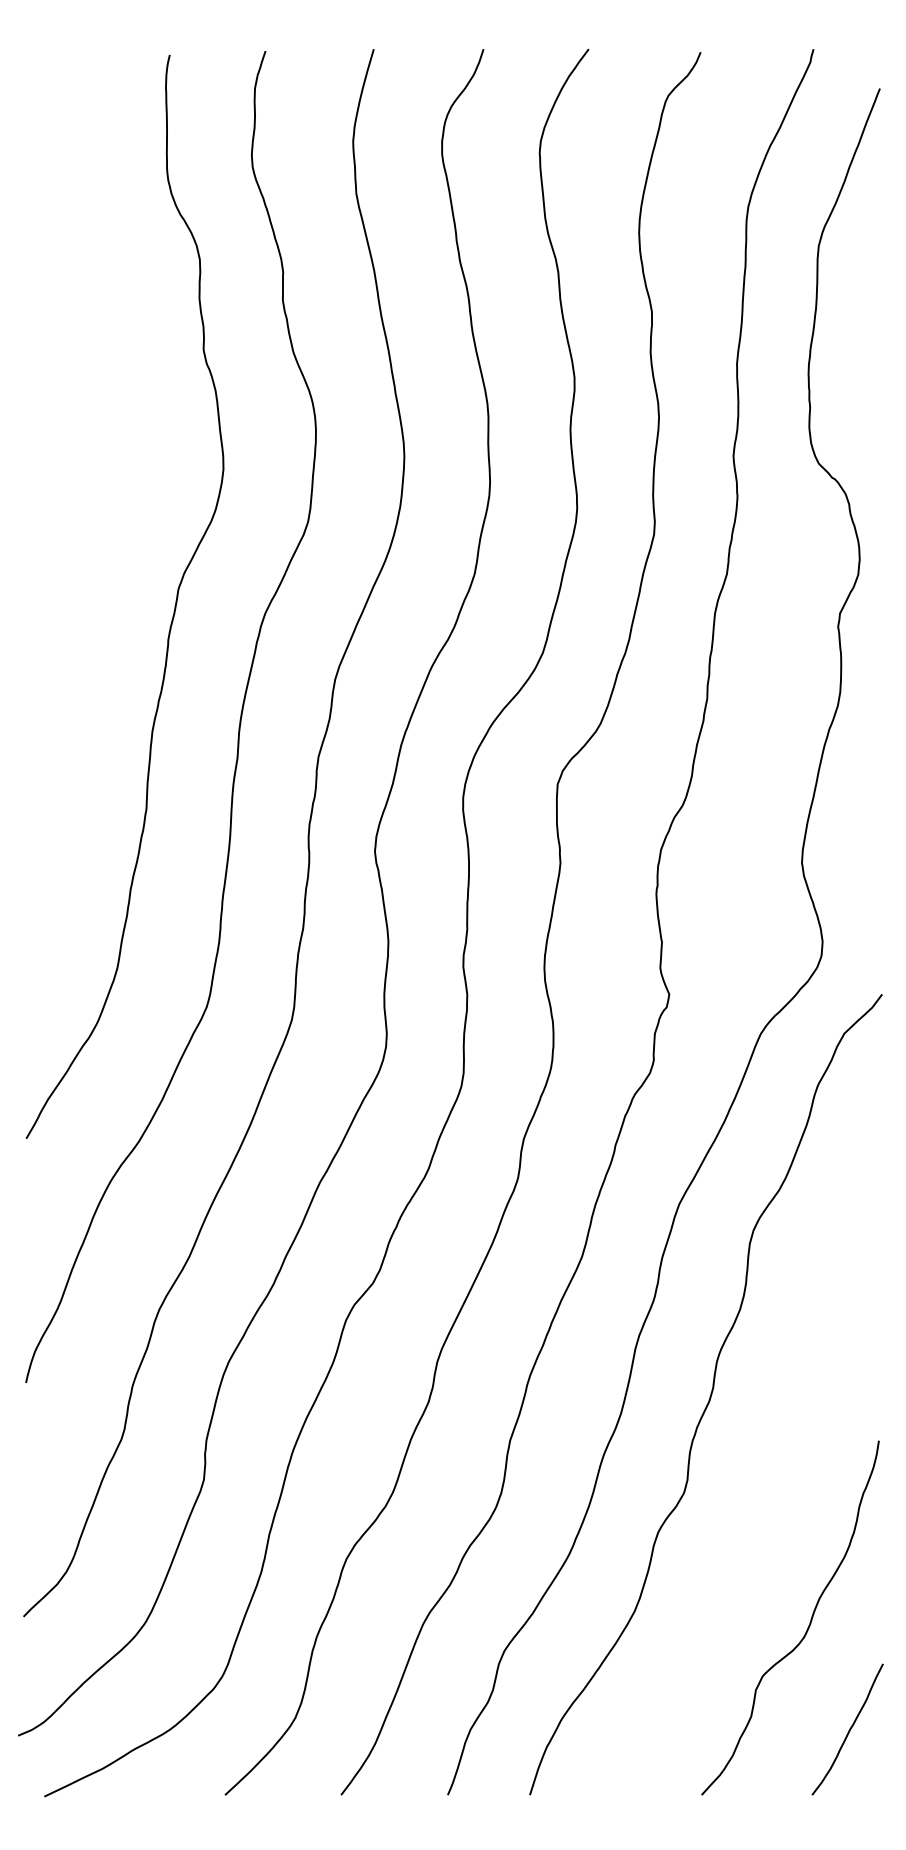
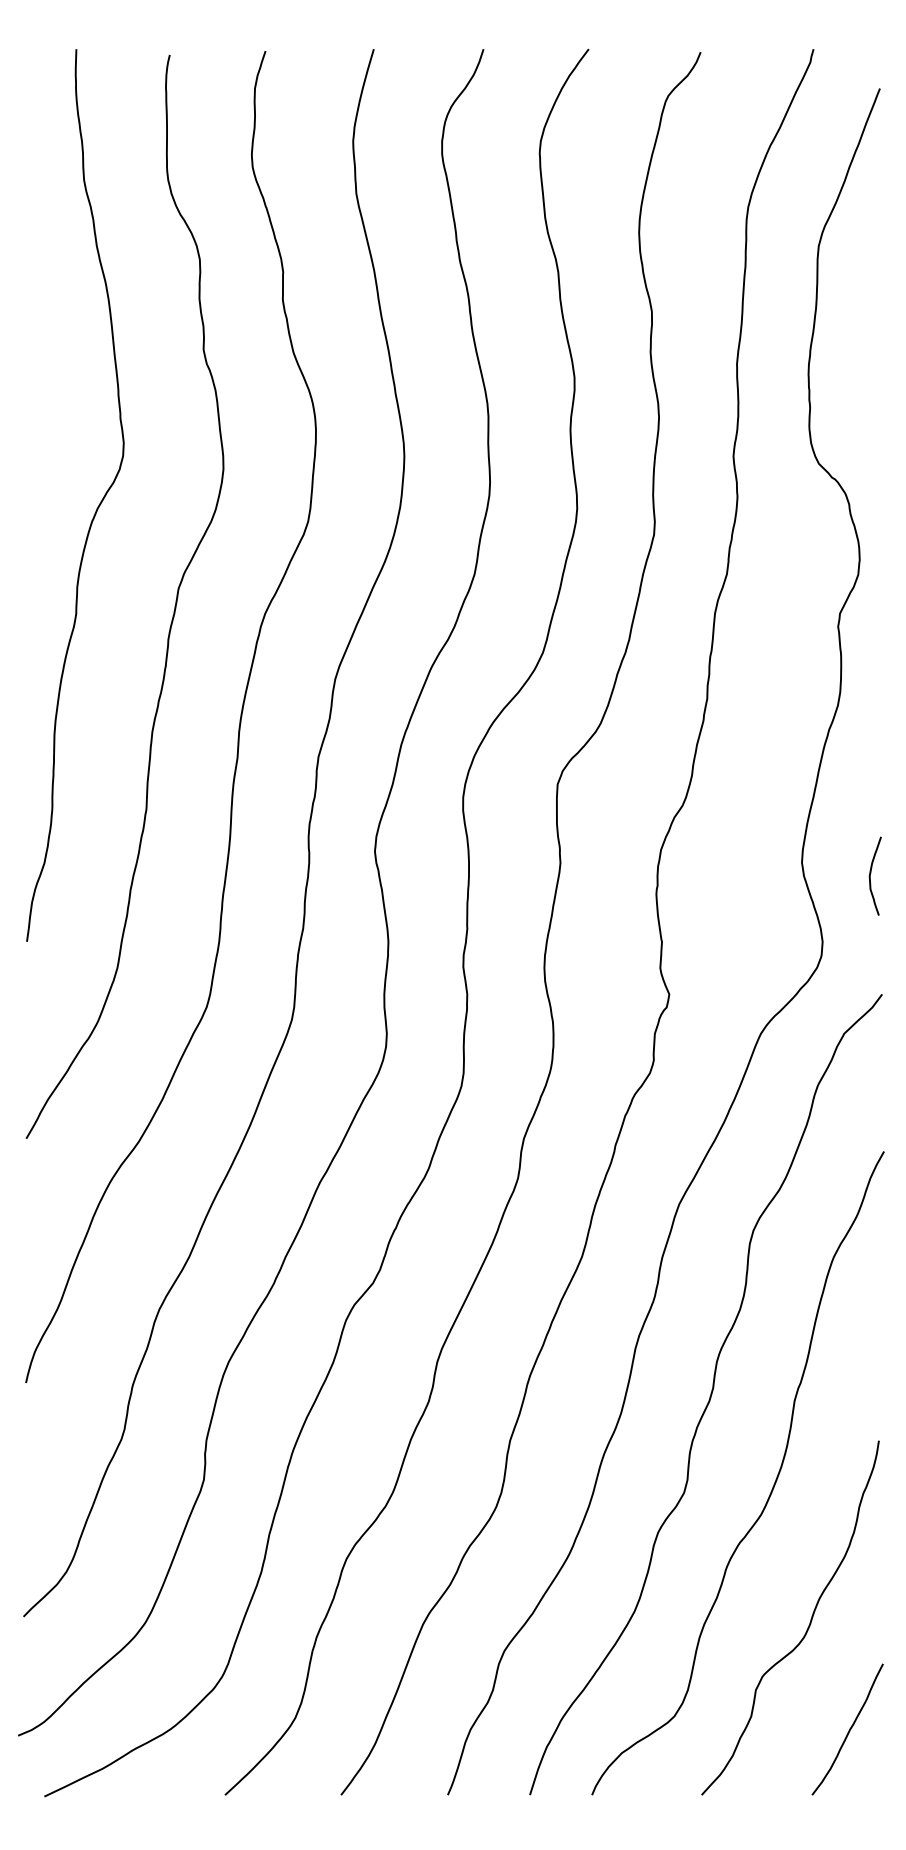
curve at (97, 506): none -> present
curve at (871, 873): none -> present
curve at (772, 1486): none -> present
